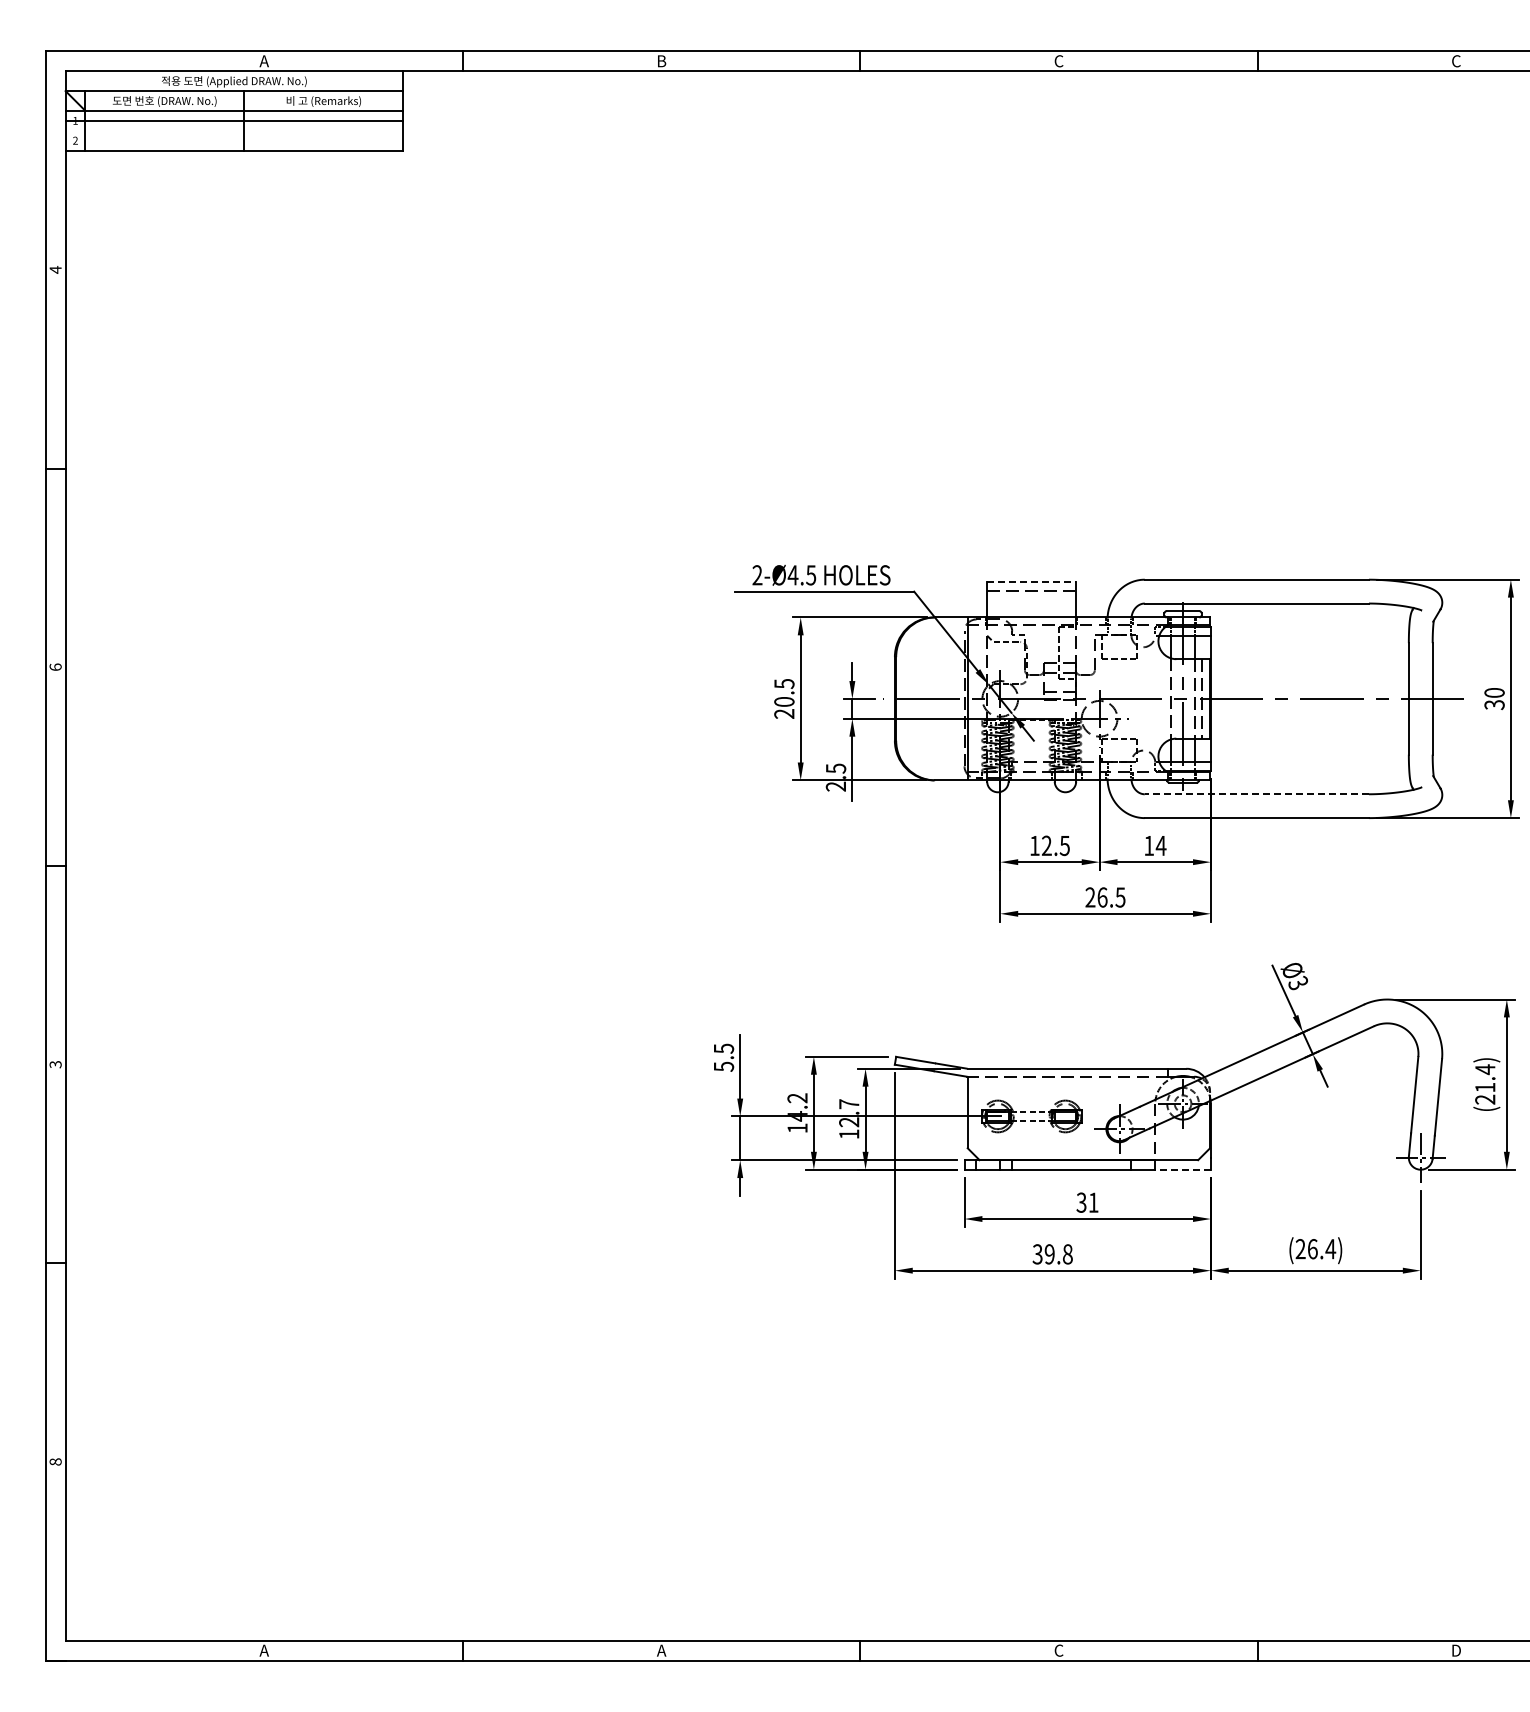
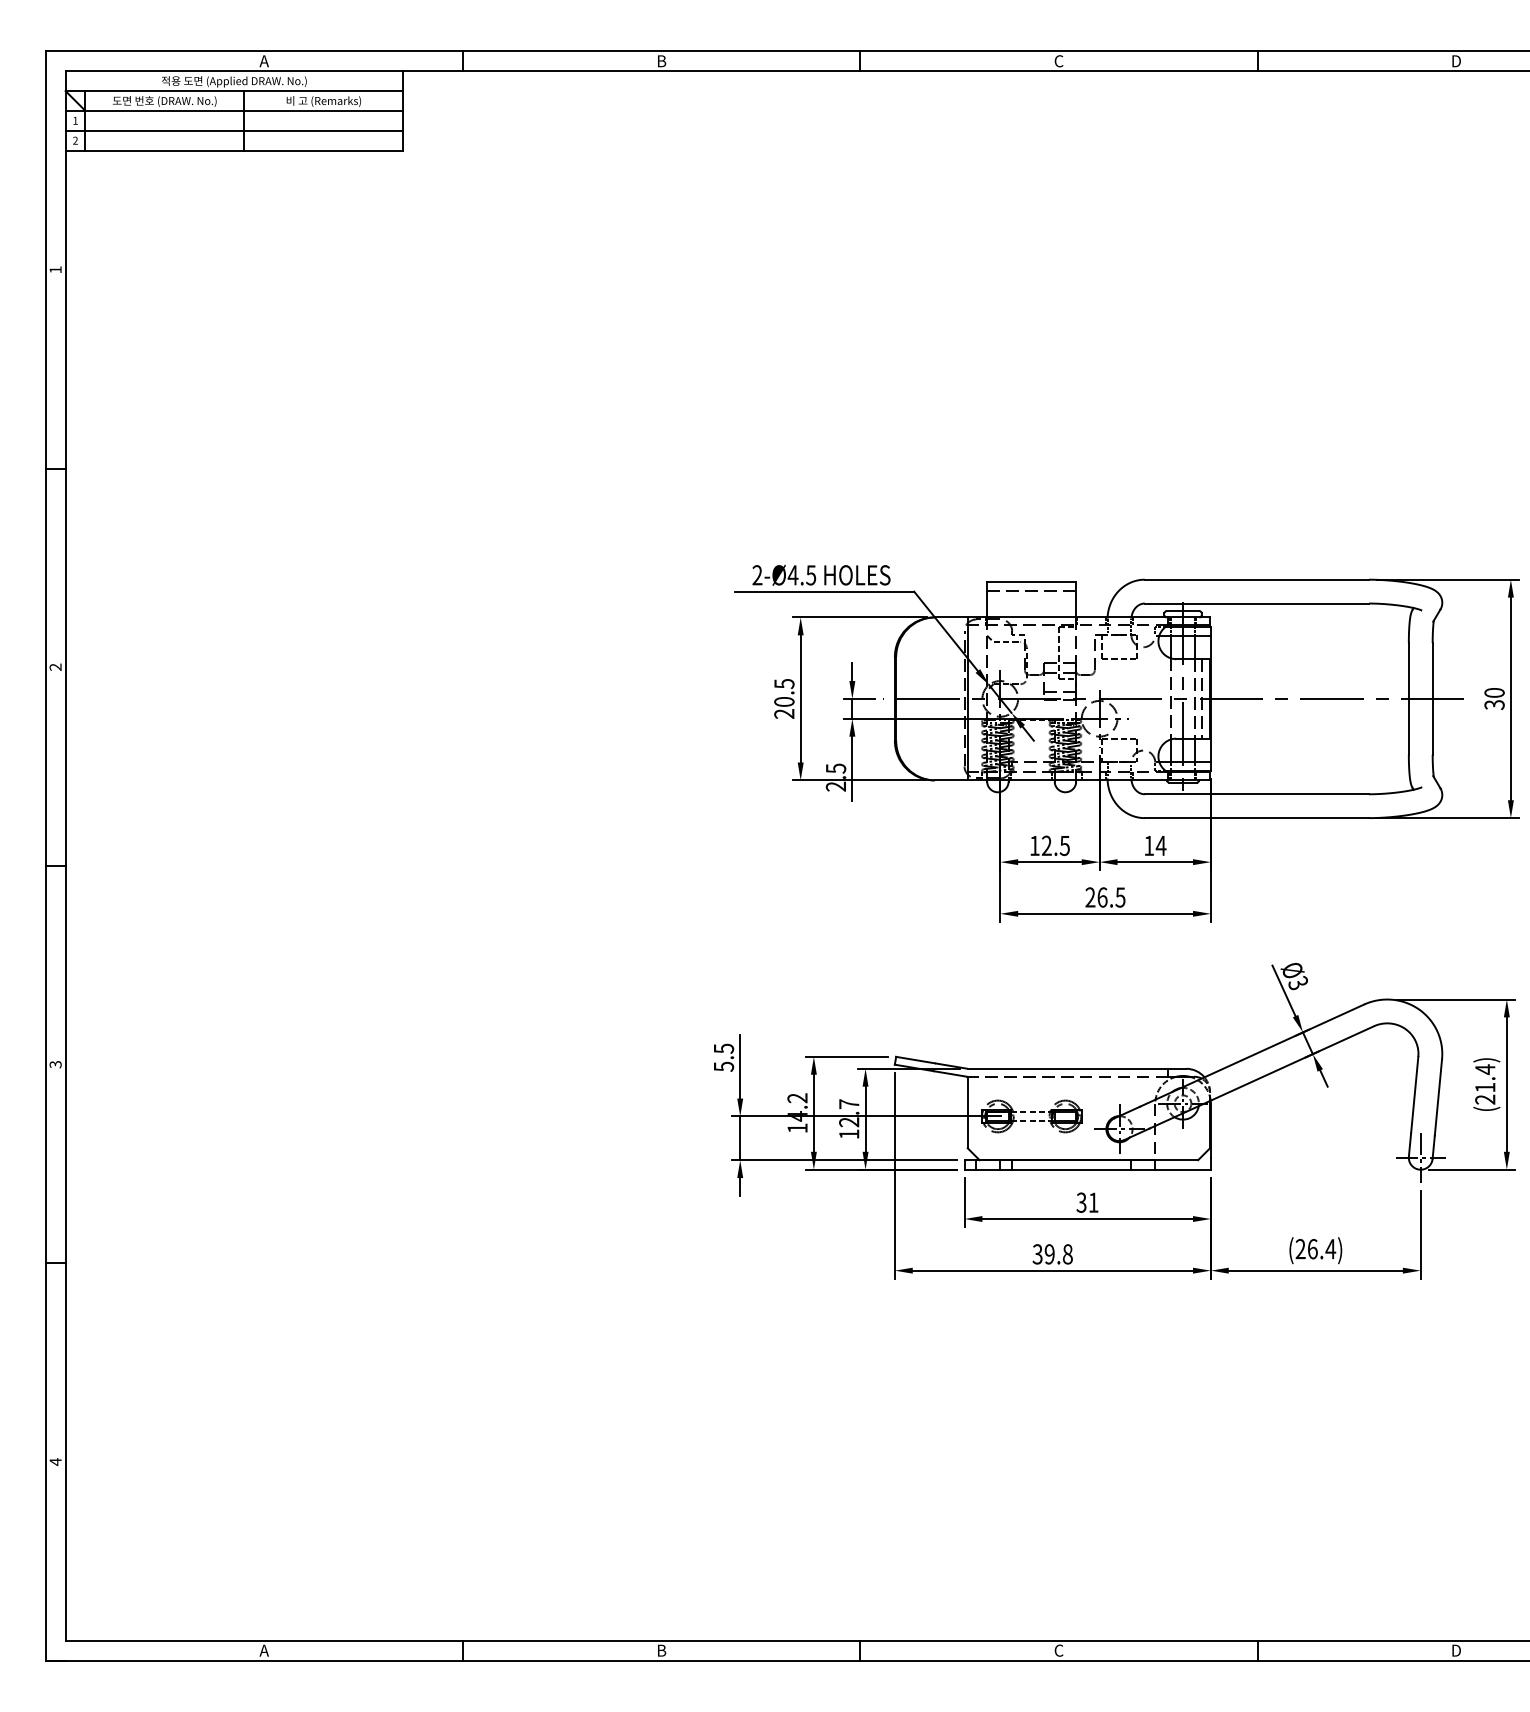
text at (1456, 61): C -> D
line at (234, 120) position: (234, 120) -> (234, 130)
text at (55, 269): 4 -> 1
line at (1031, 581): dashed -> solid
text at (55, 666): 6 -> 2
line at (1256, 794): dashed -> solid
line at (1182, 1169): dashed -> solid
text at (55, 1462): 8 -> 4
text at (661, 1650): A -> B
